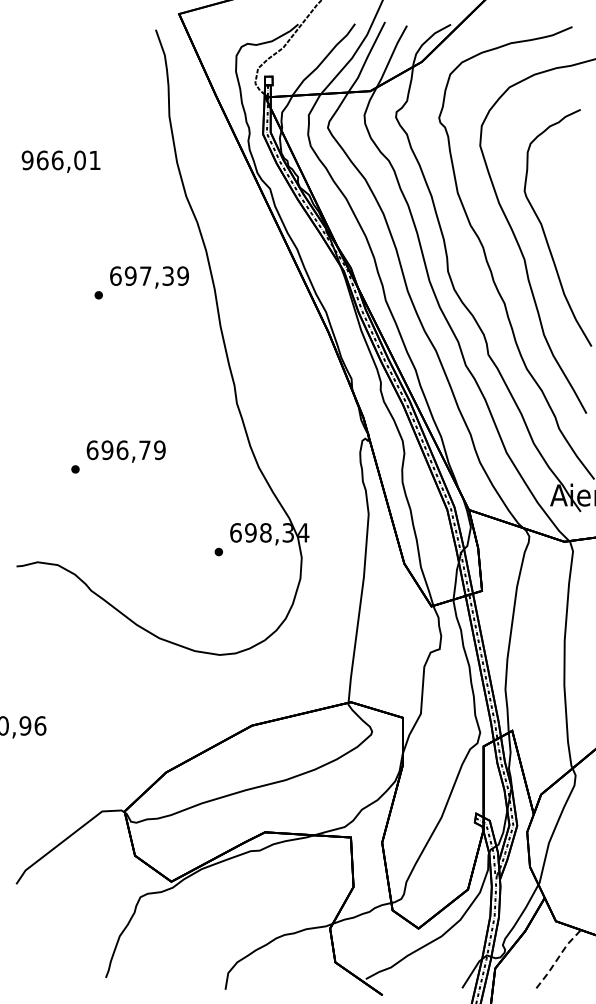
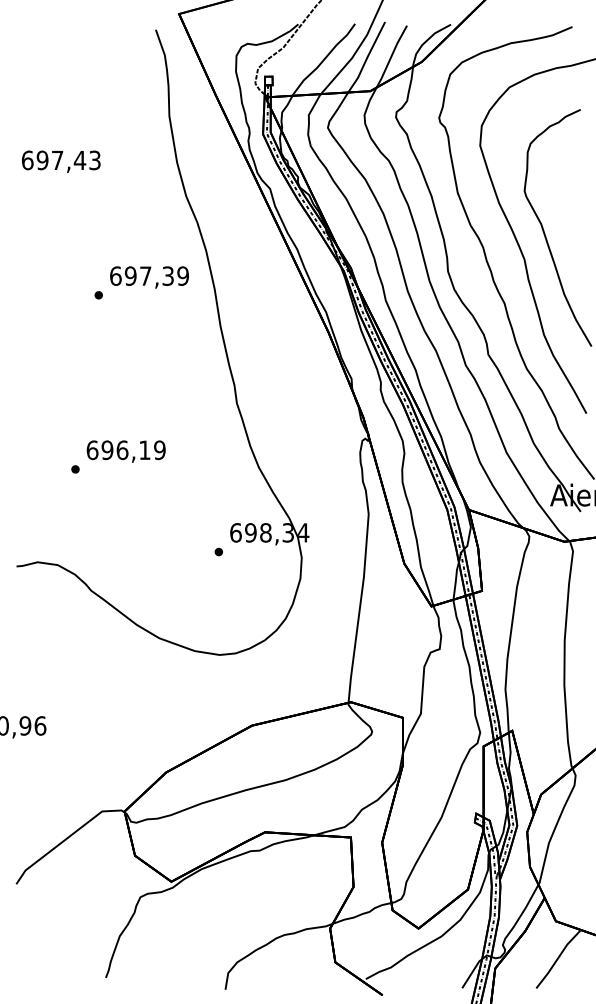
text at (60, 160): 966,01 -> 697,43
text at (144, 449): 696,79 -> 696,19
line at (557, 959): dashed -> solid
